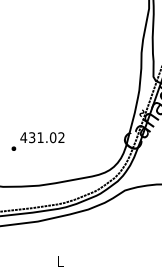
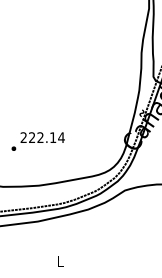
text at (42, 137): 431.02 -> 222.14
